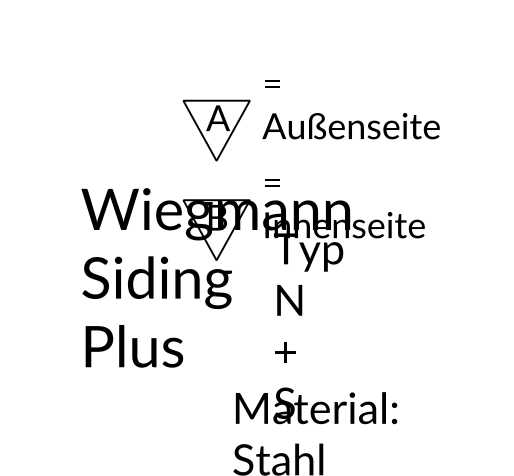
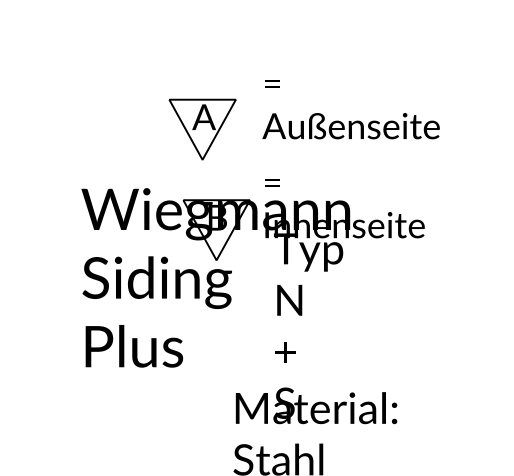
part at (216, 130) position: (216, 130) -> (202, 129)
